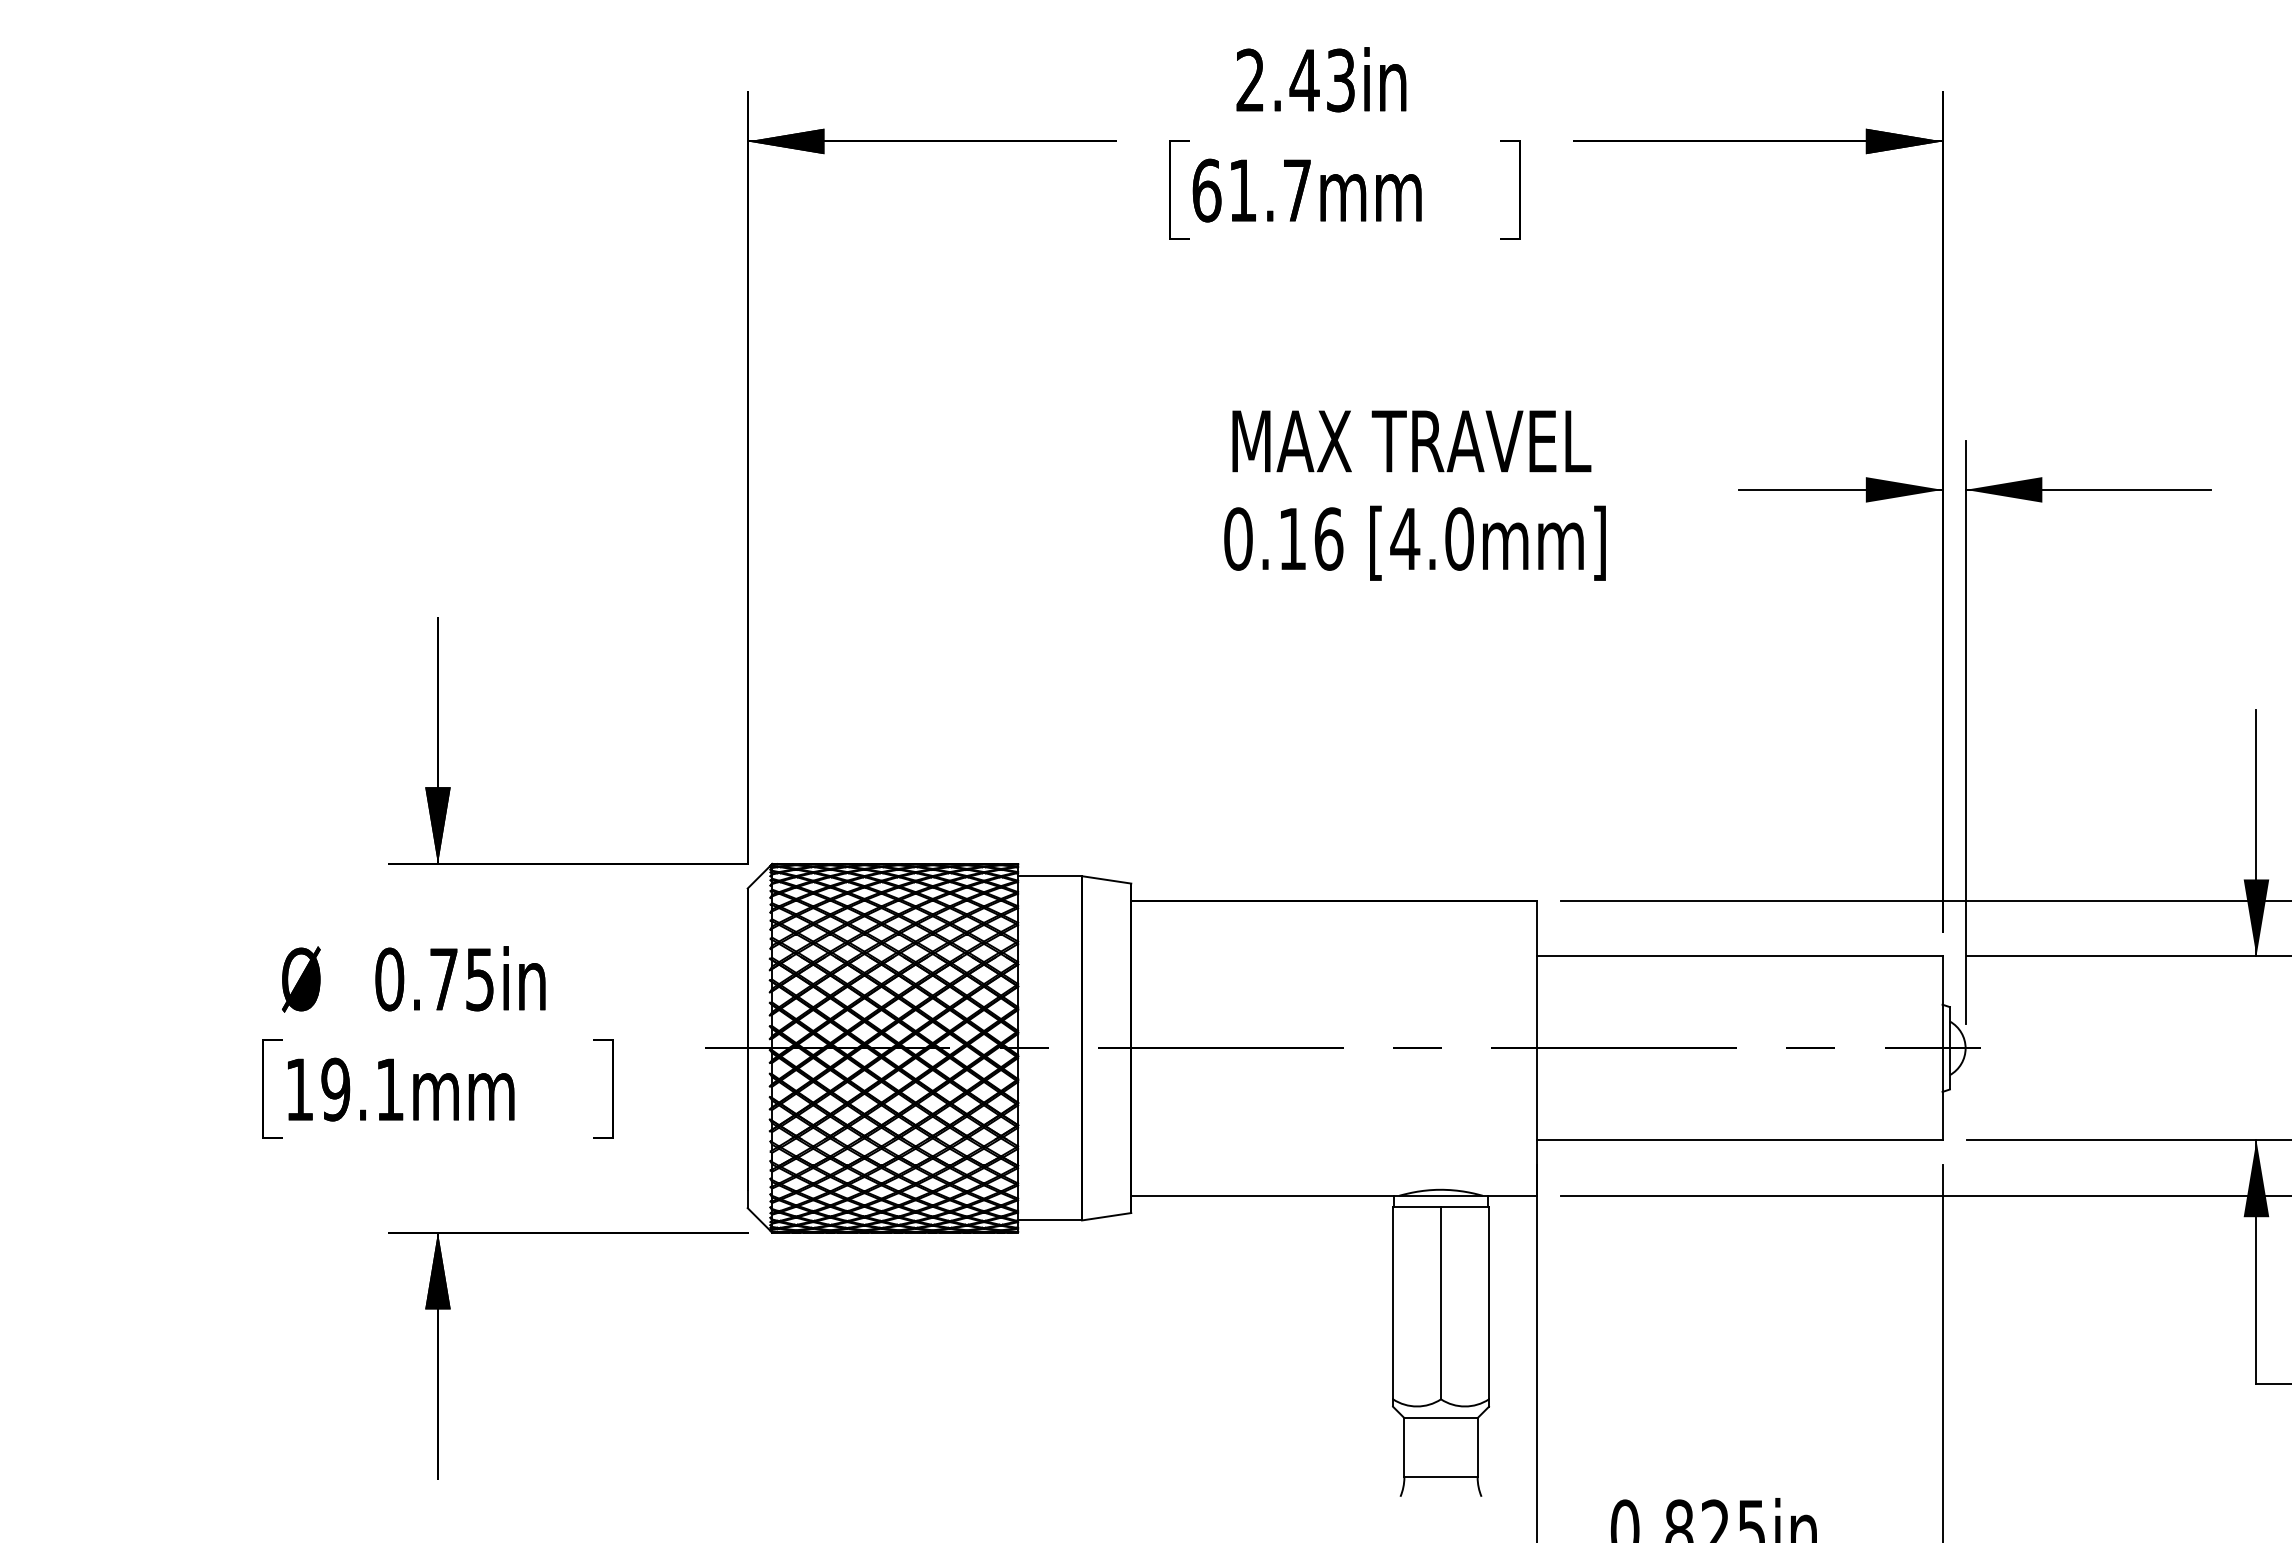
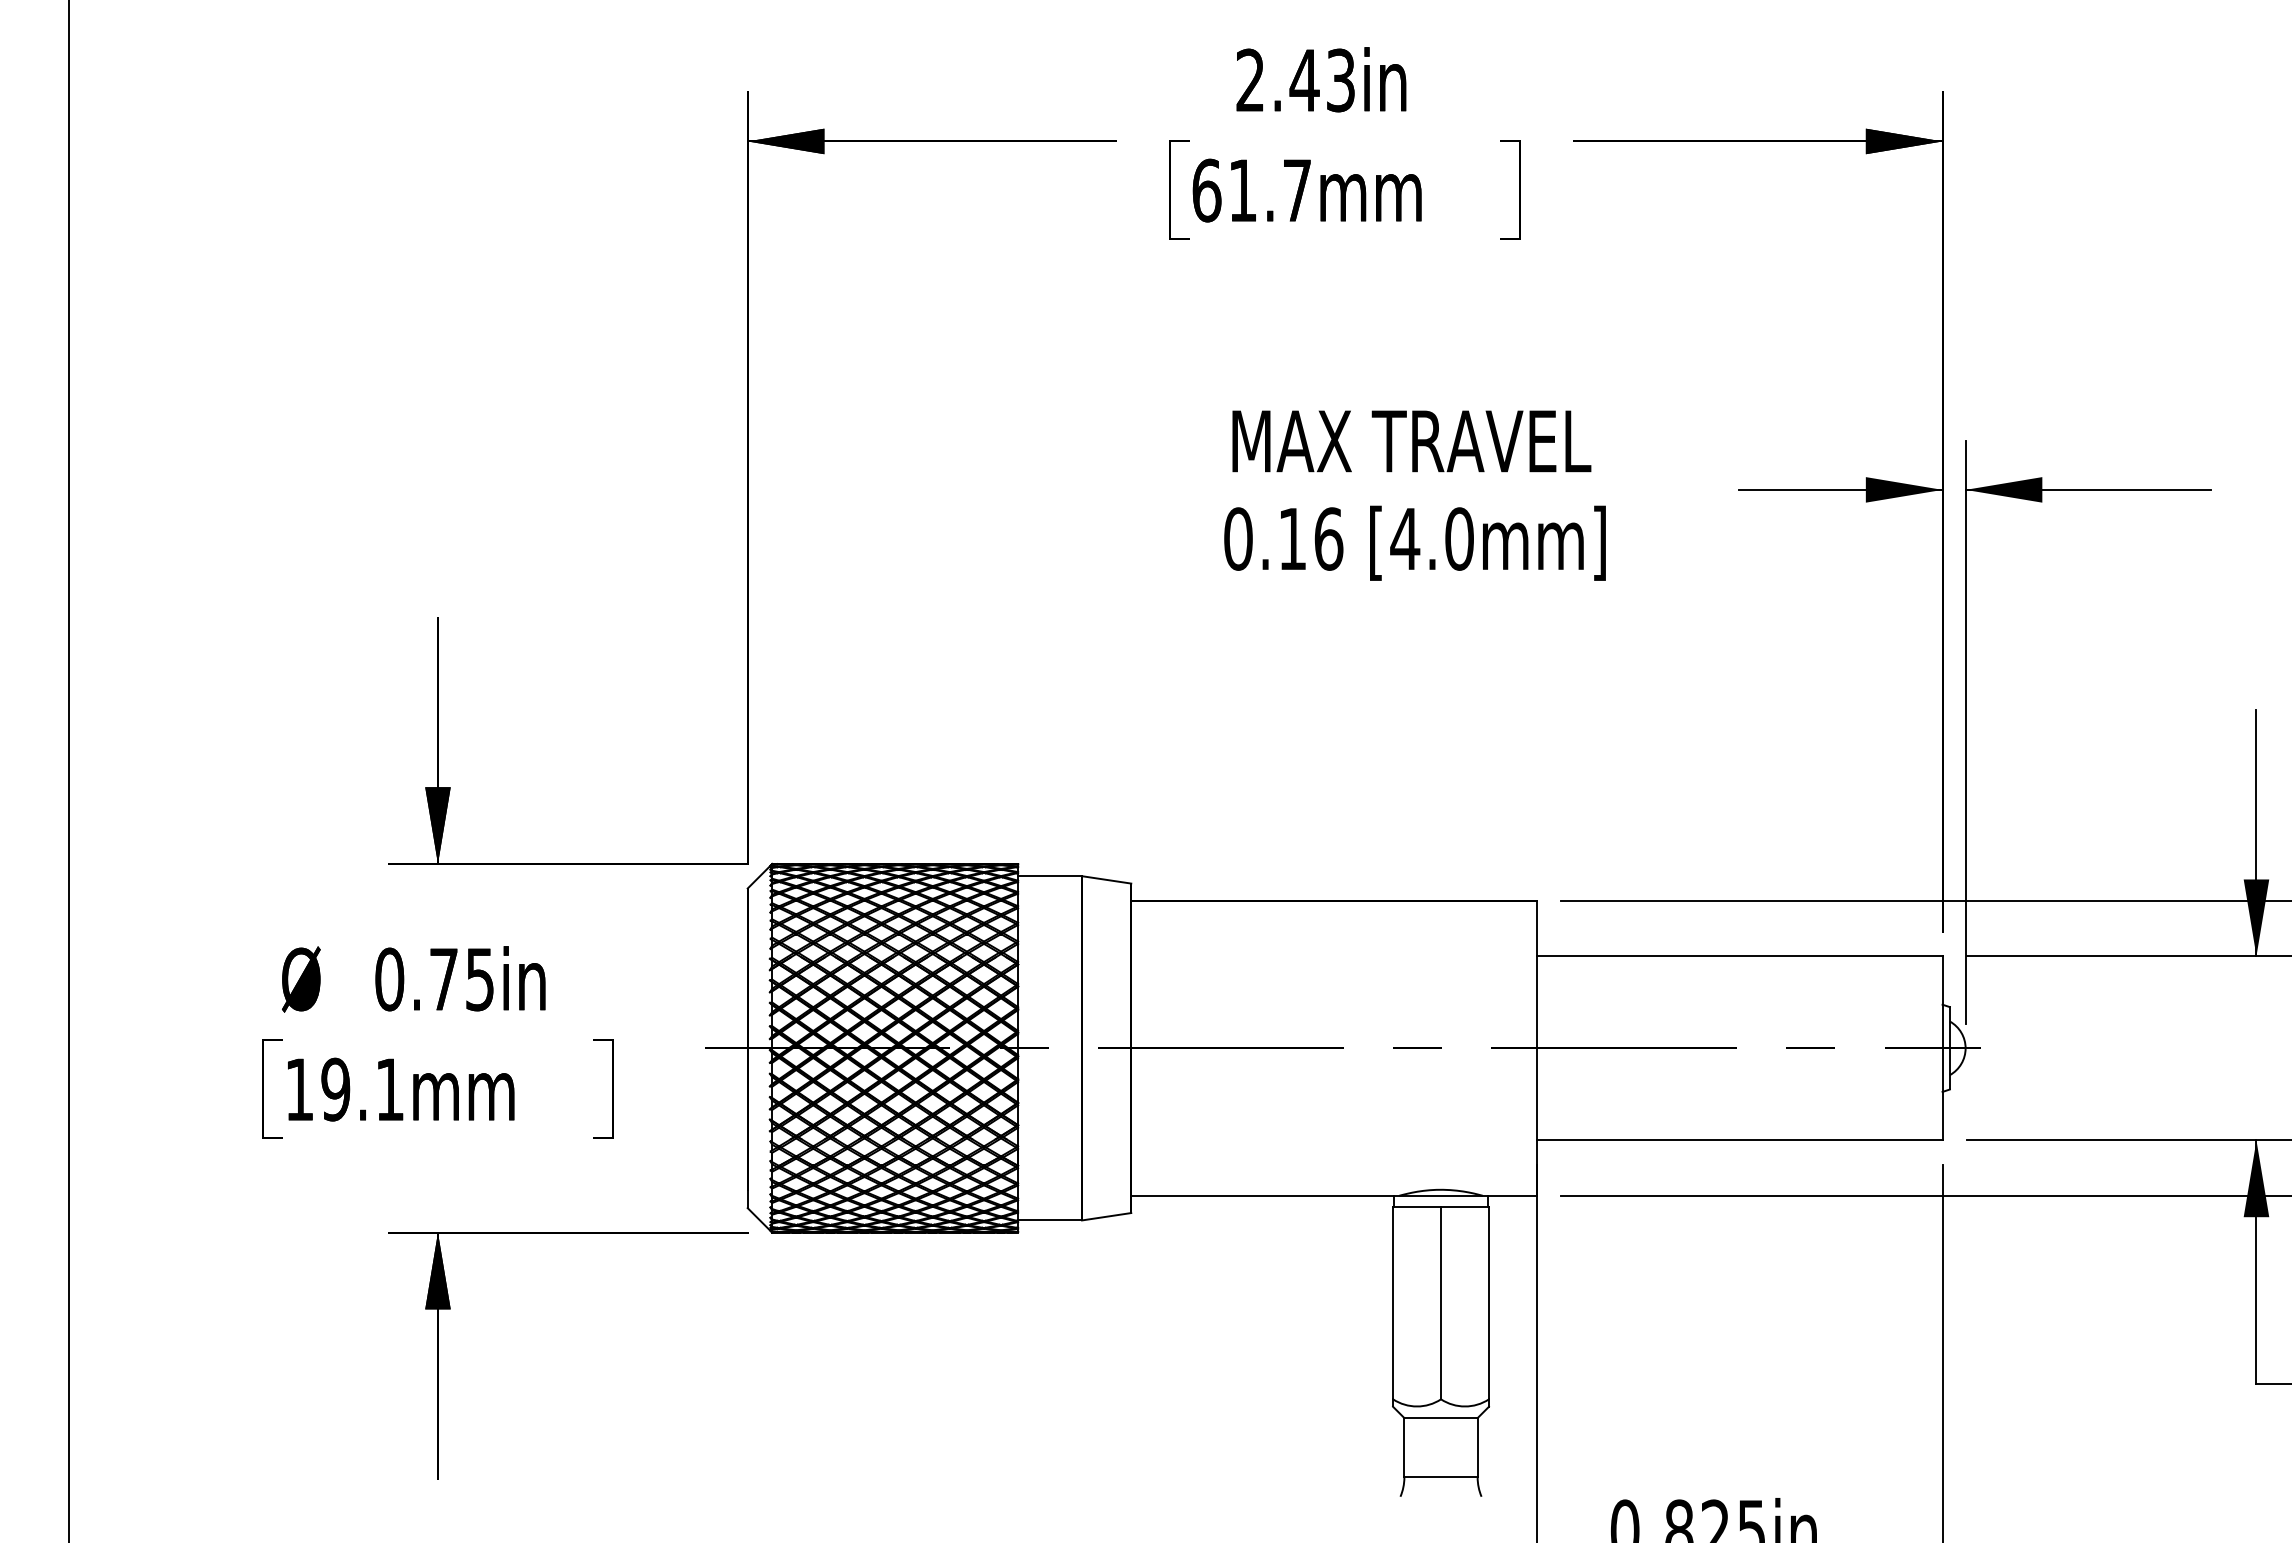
line at (68, 770): none -> present
